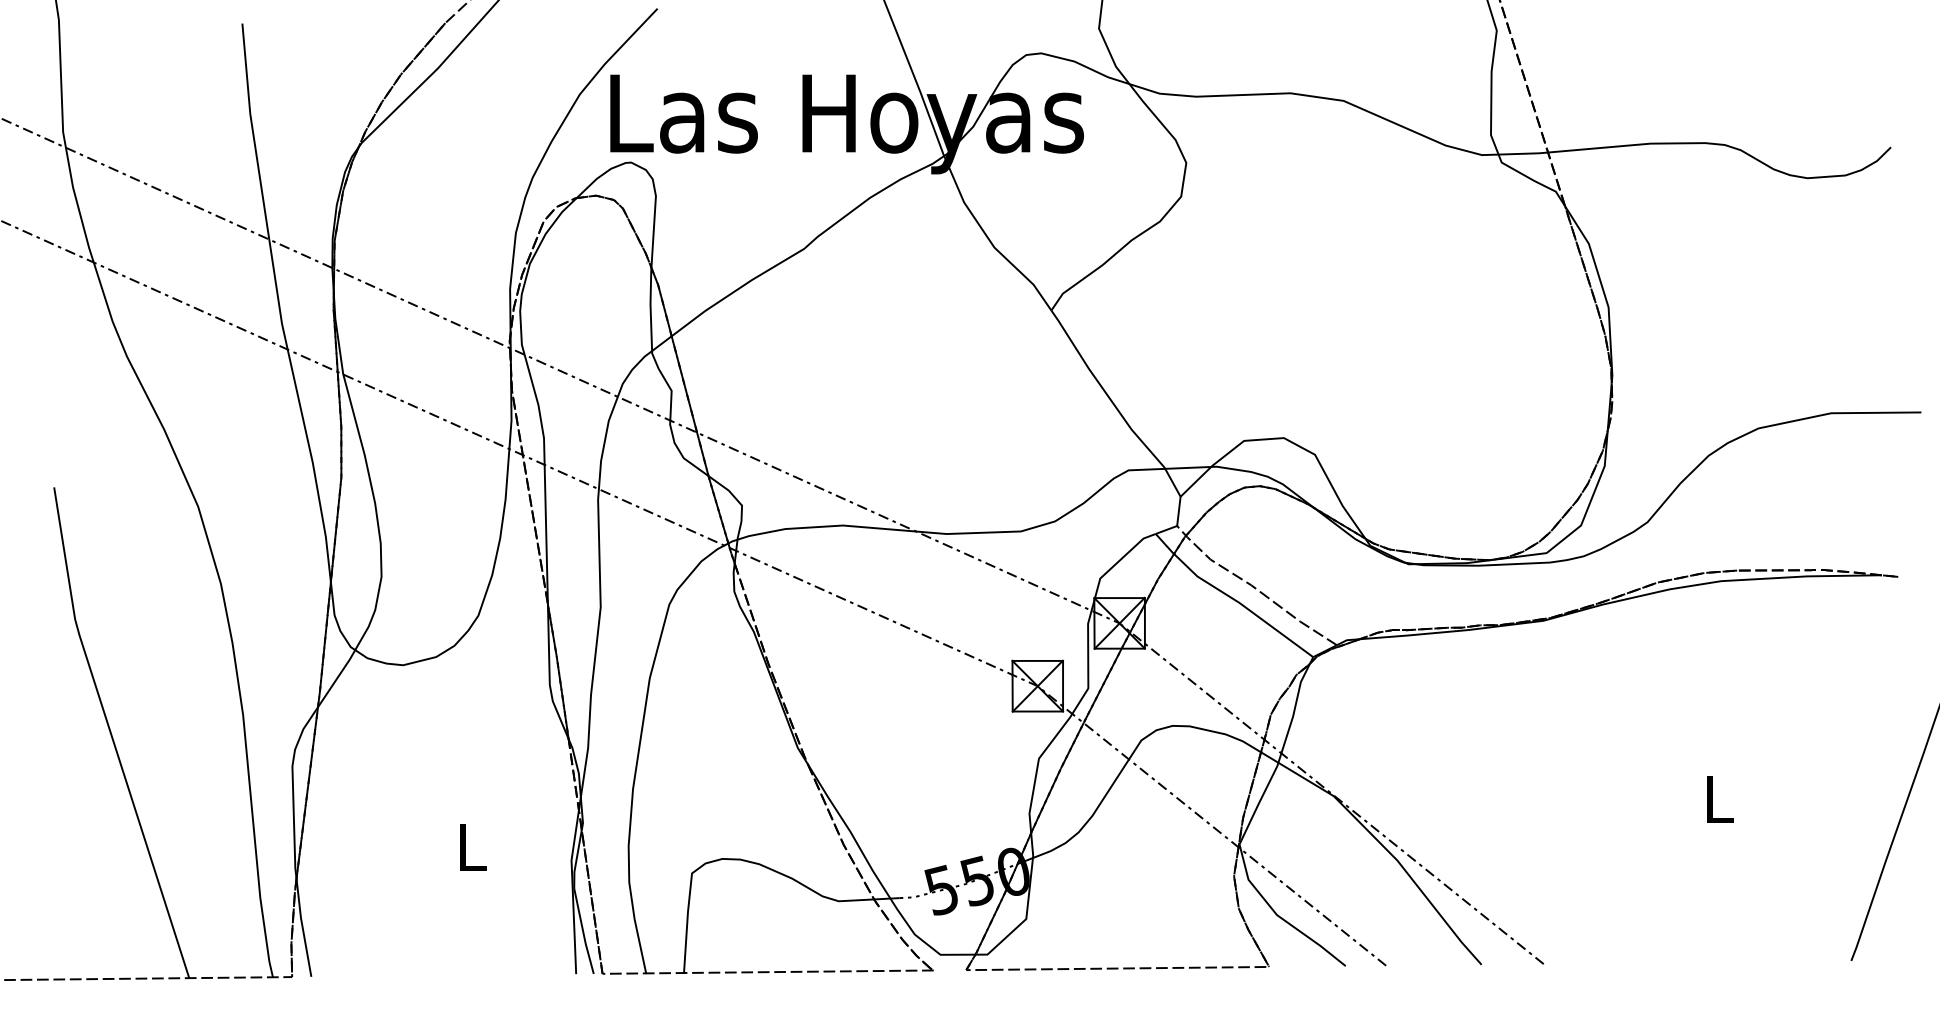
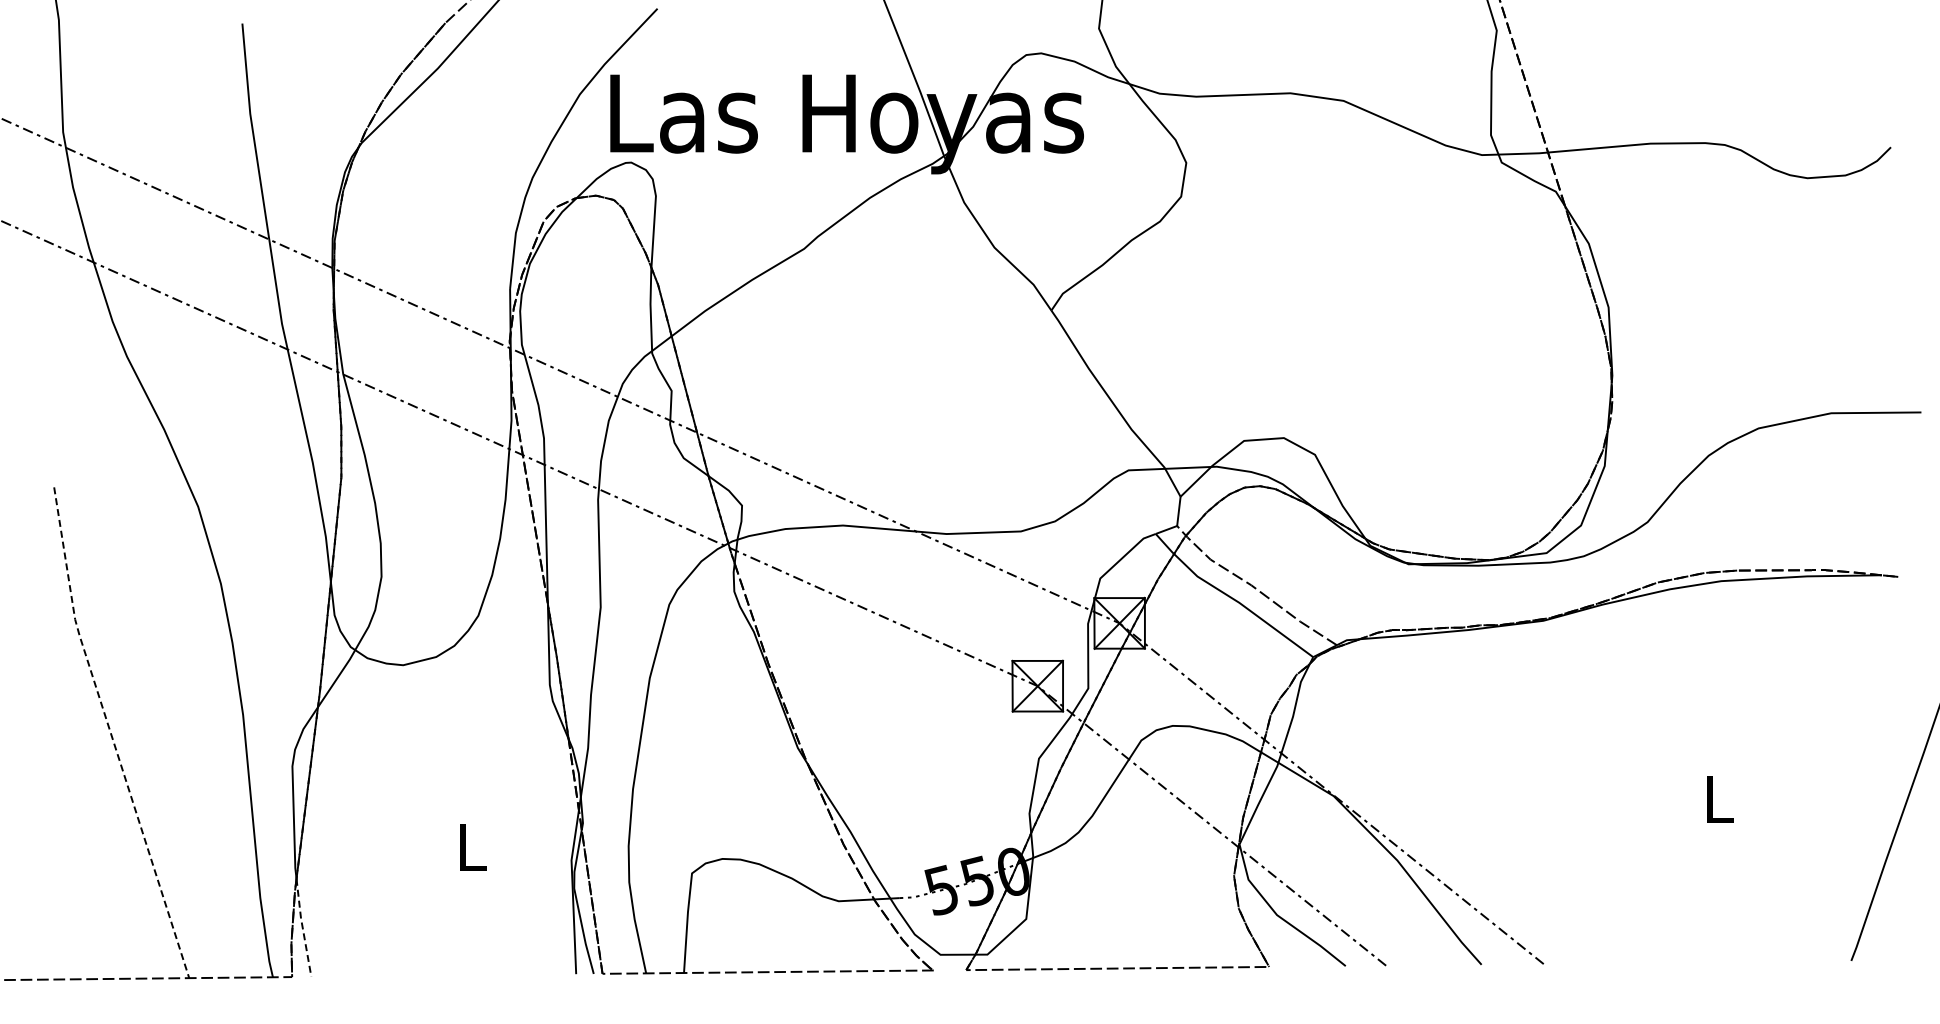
line at (111, 734): solid -> dashed
line at (302, 927): solid -> dashed
